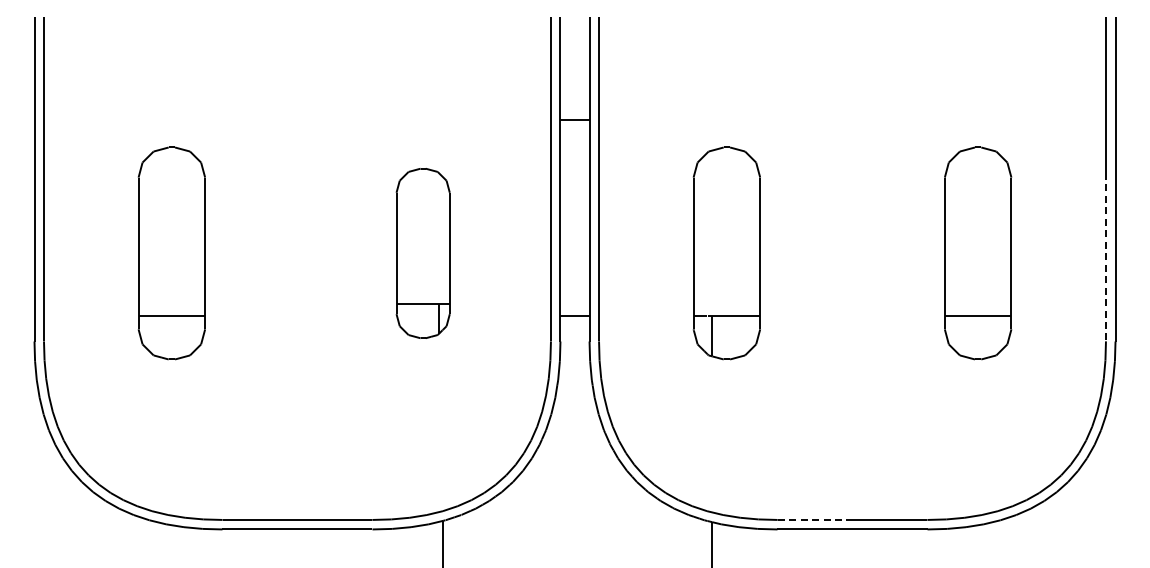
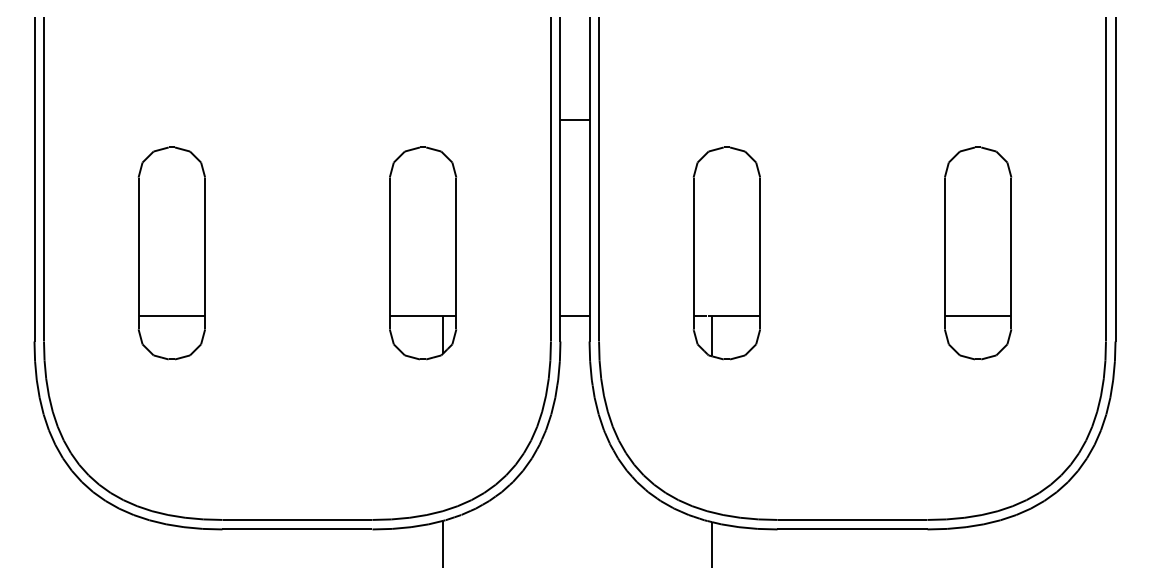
part at (422, 253) size: 56x171 px -> 69x215 px
line at (1105, 257): dashed -> solid
line at (815, 519): dashed -> solid
